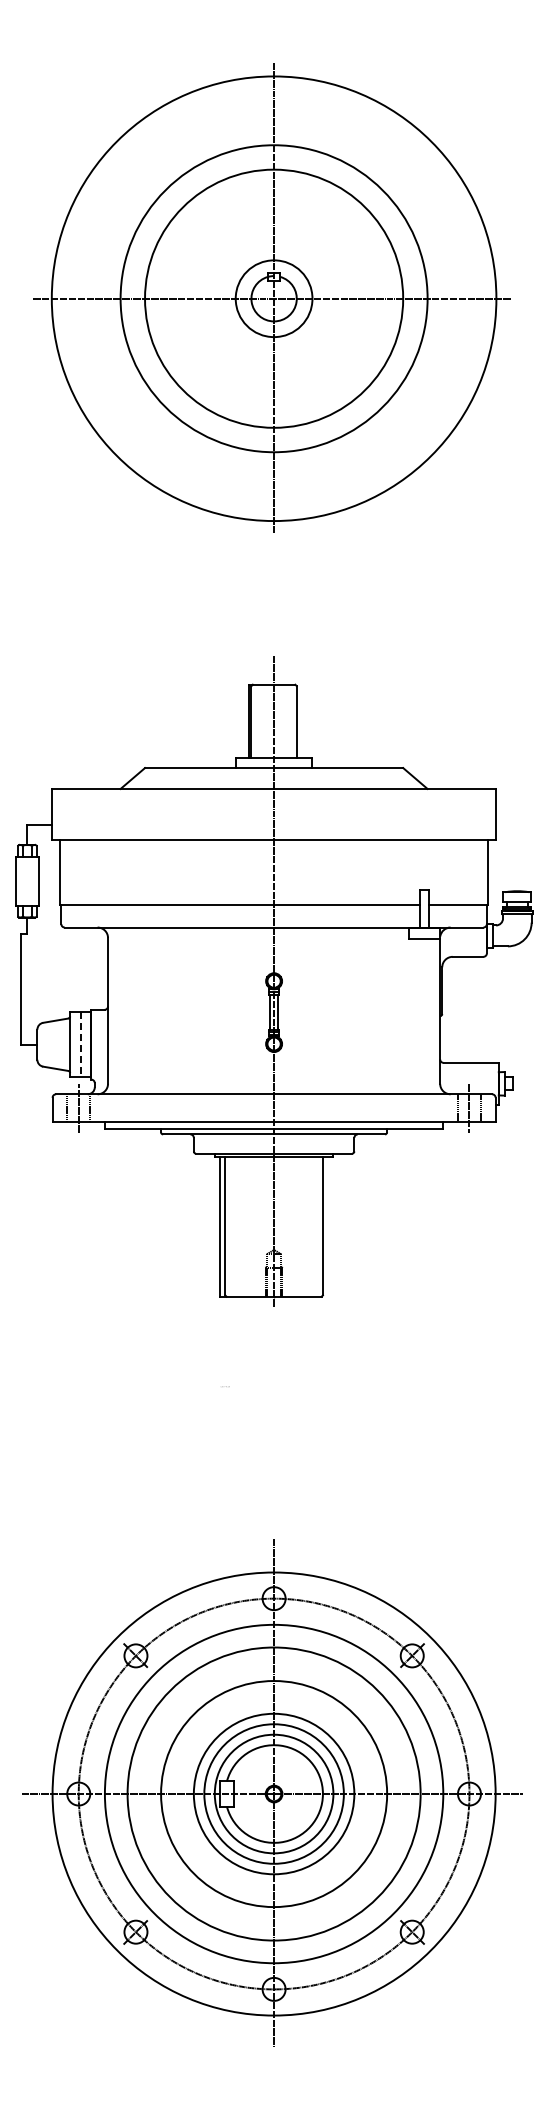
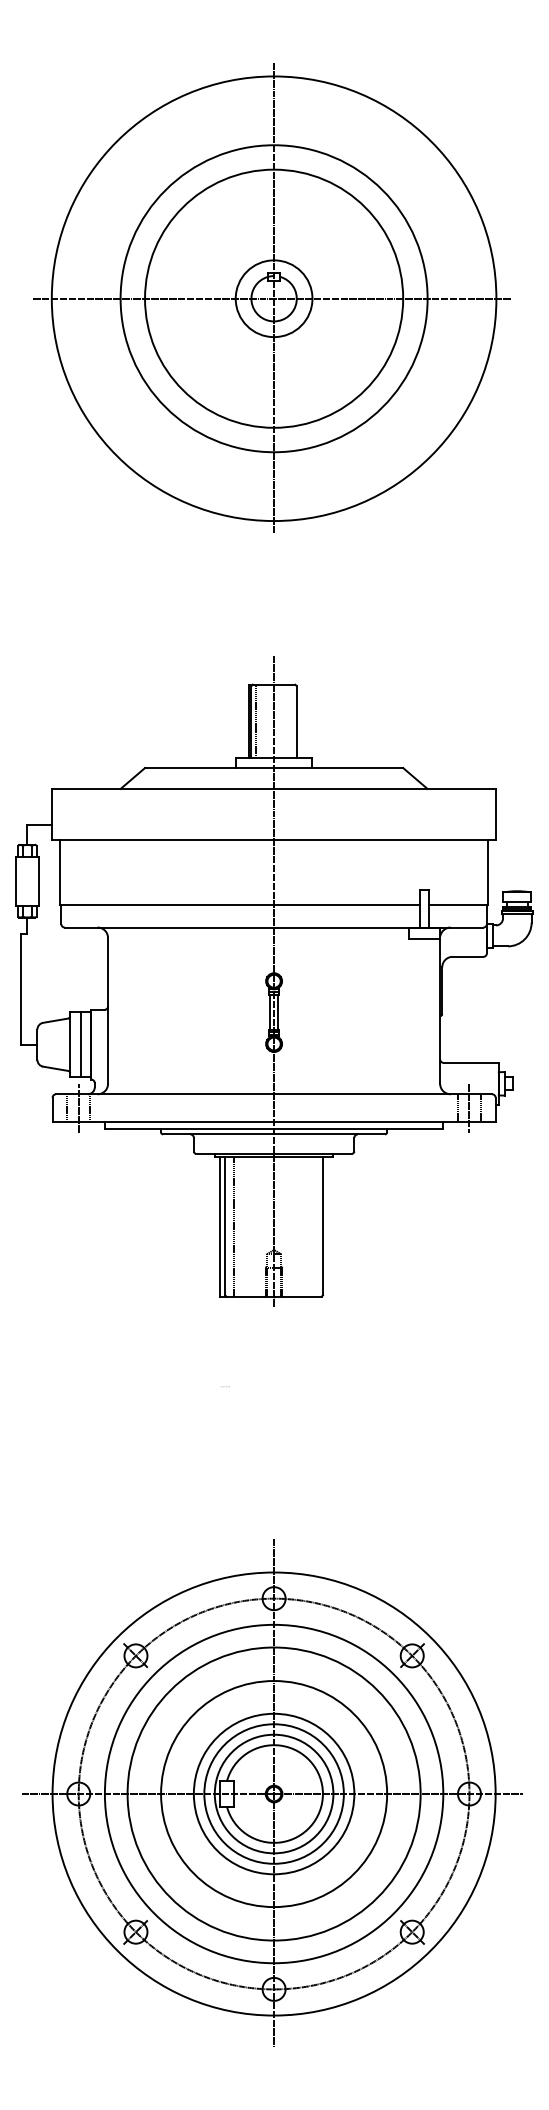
line at (256, 721): none -> present
line at (80, 1045): dashed -> solid
line at (233, 1226): none -> present
